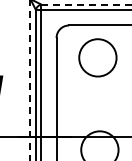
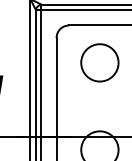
line at (86, 4): dashed -> solid
circle at (97, 57) position: (97, 57) -> (99, 62)
line at (30, 80): dashed -> solid
